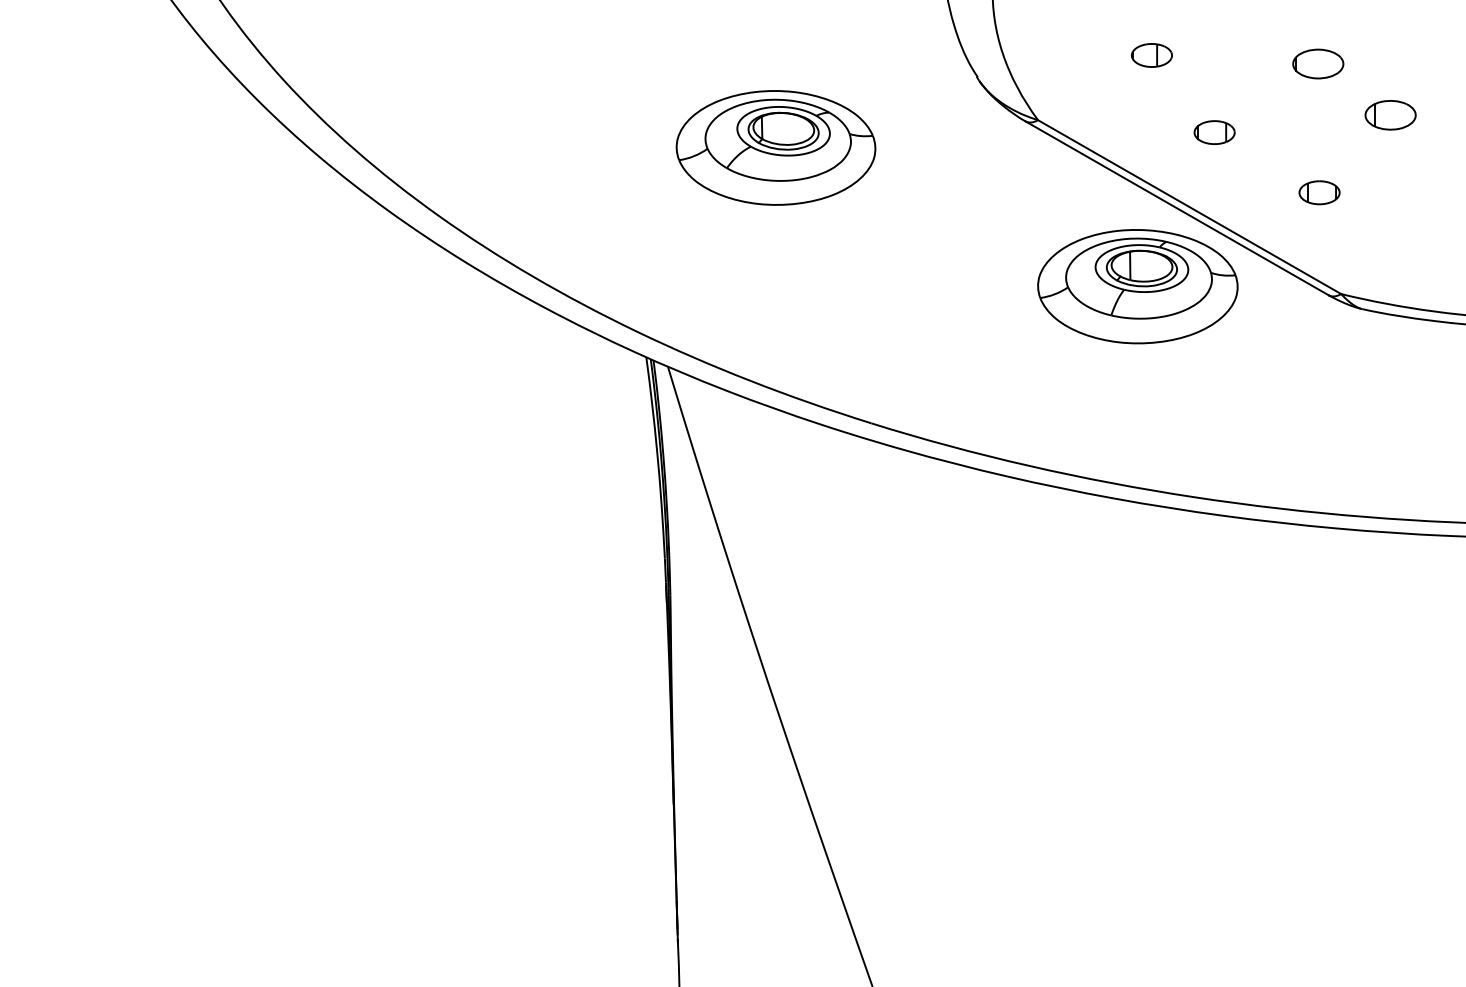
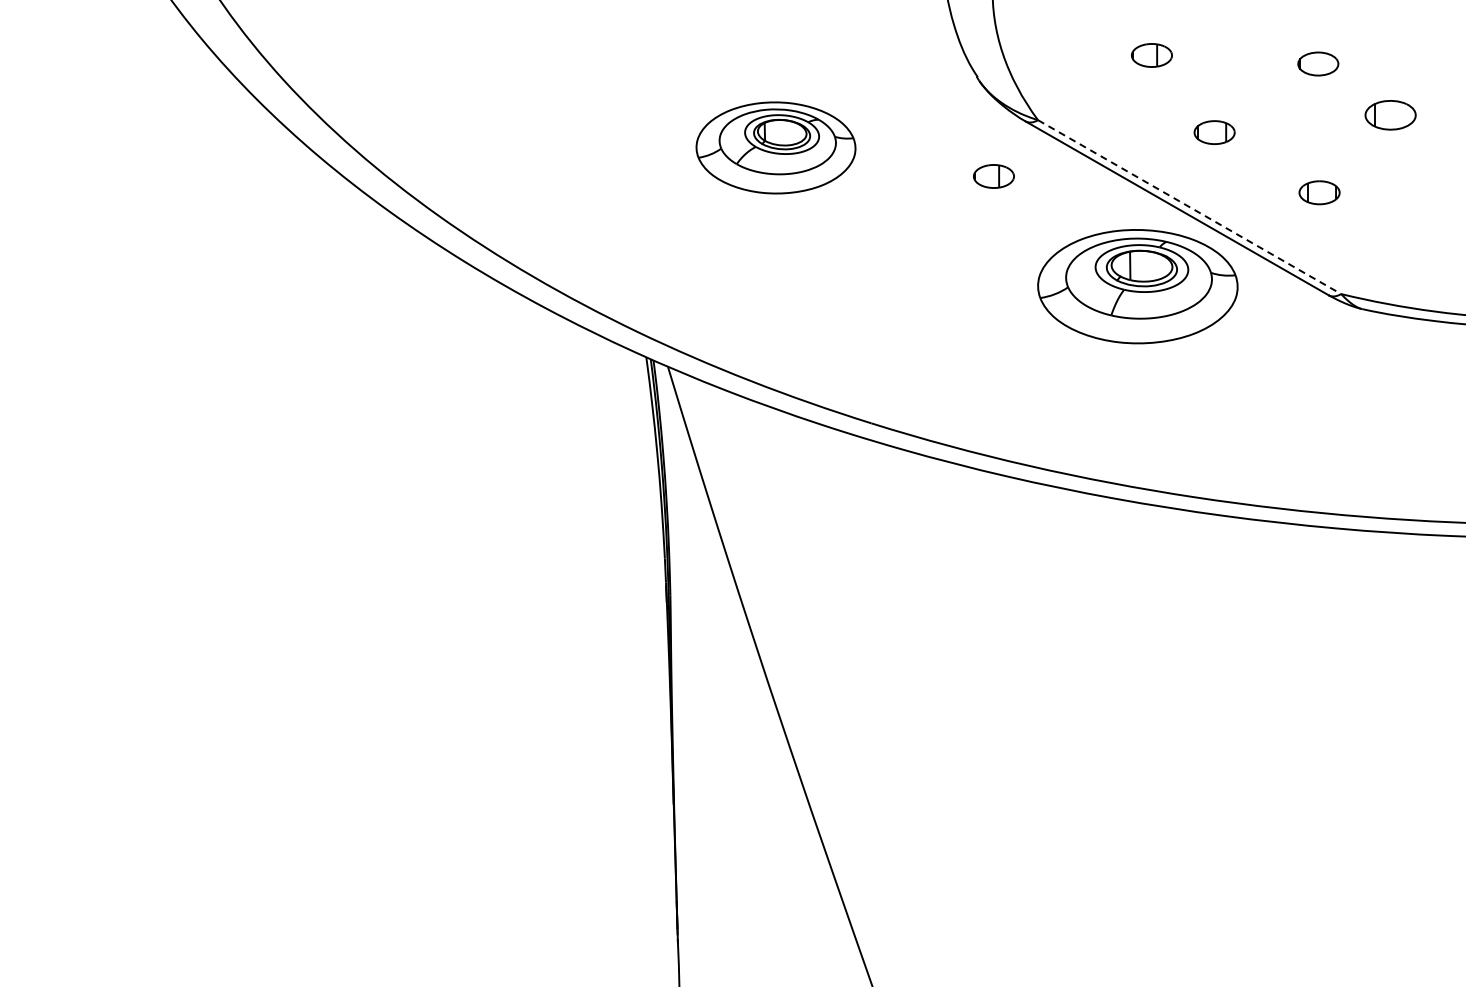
part at (1318, 63) size: 53x32 px -> 43x26 px
part at (775, 147) size: 202x116 px -> 162x94 px
part at (993, 176): none -> present
line at (1189, 207): solid -> dashed
